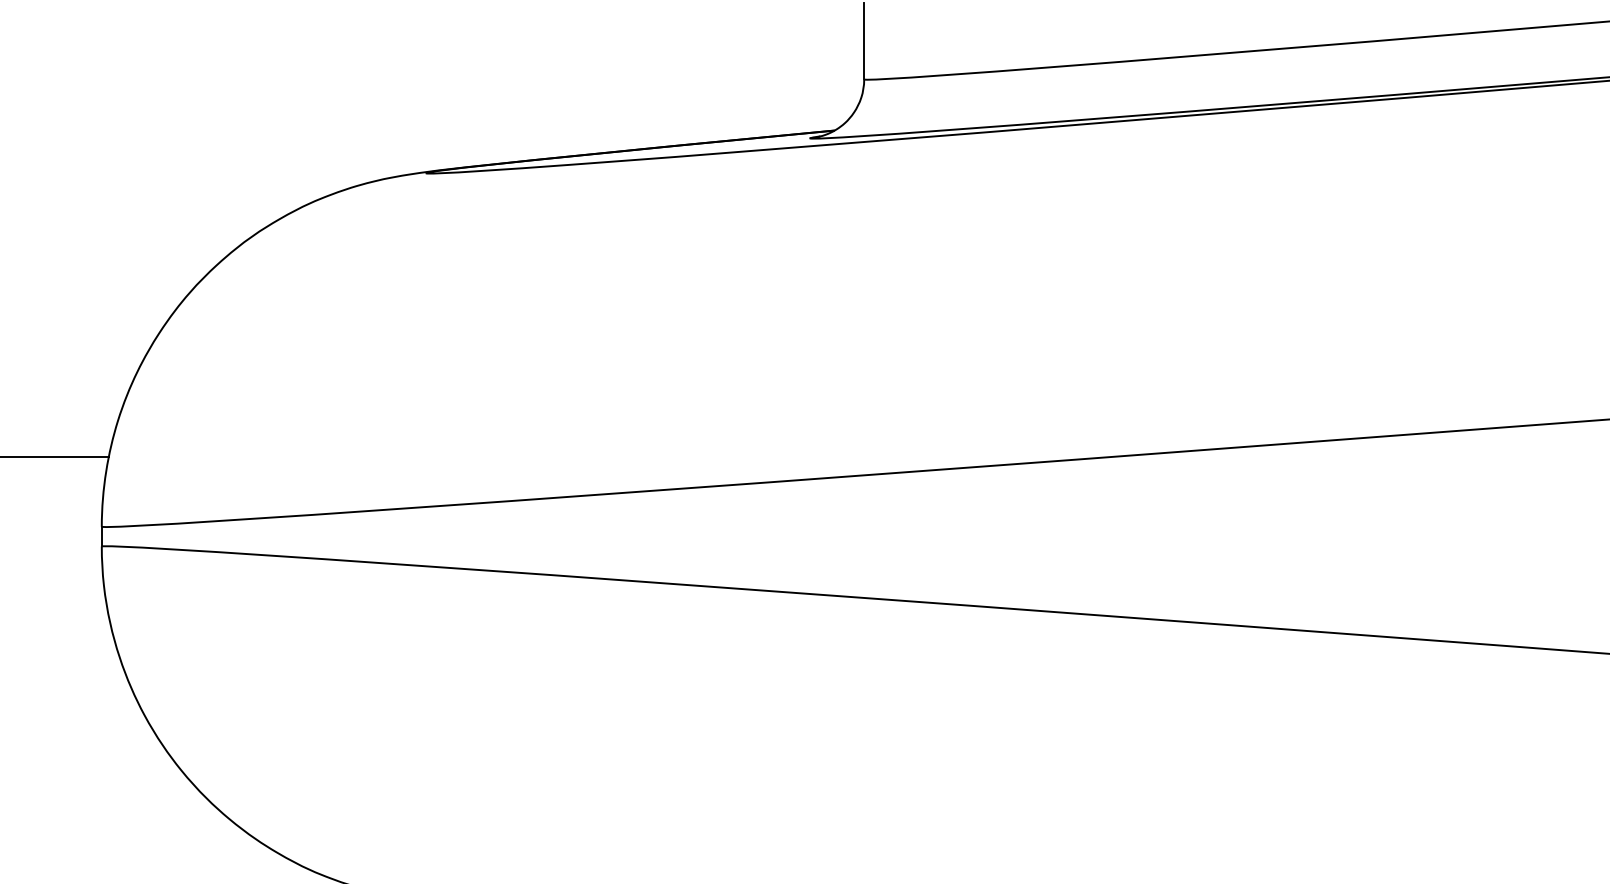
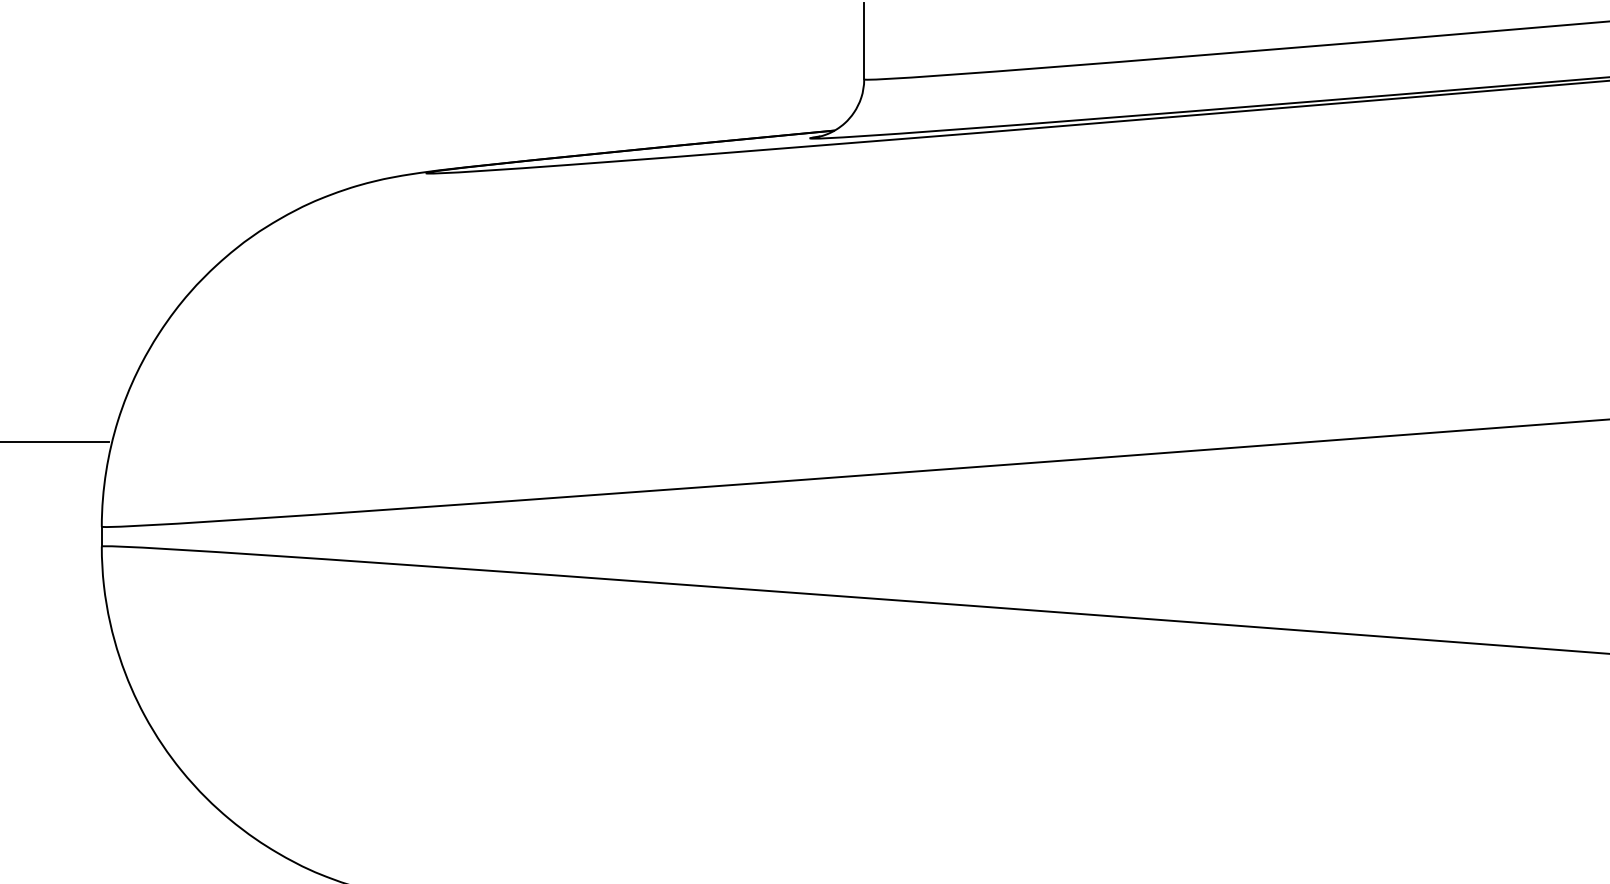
line at (55, 457) position: (55, 457) -> (55, 442)
